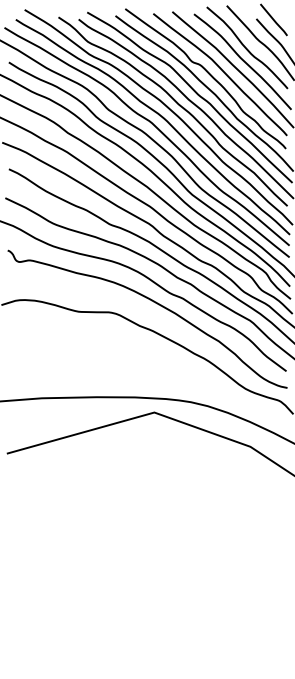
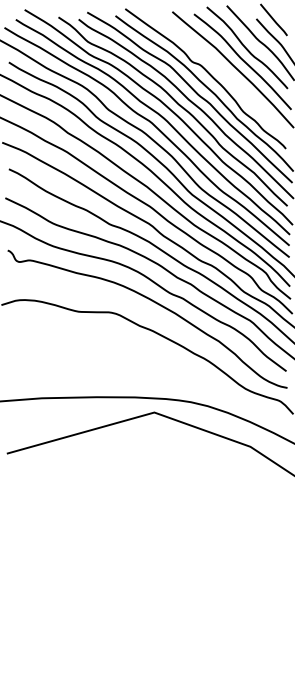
curve at (222, 71): present -> none
